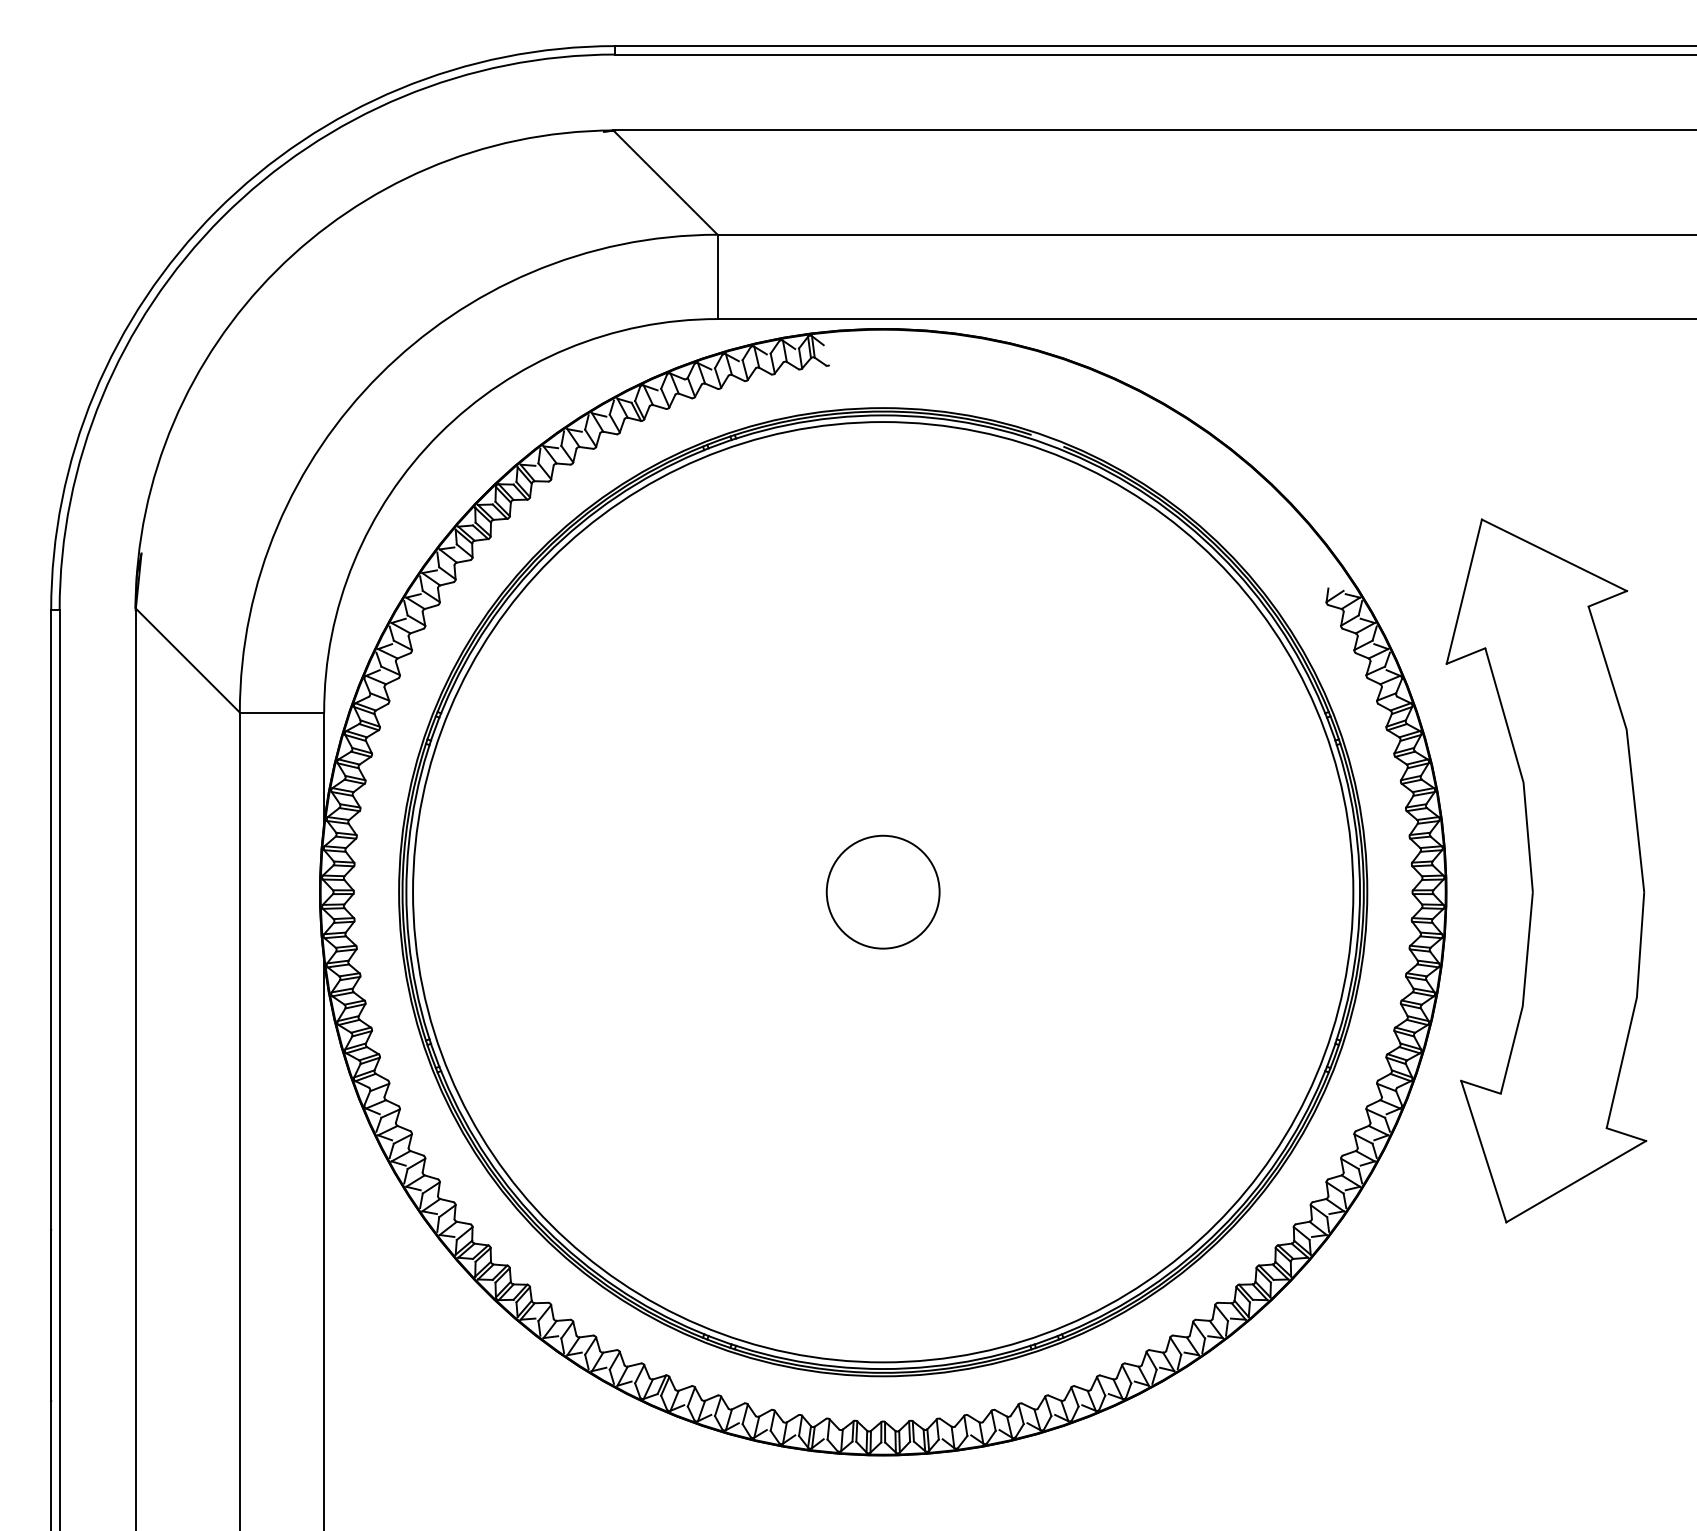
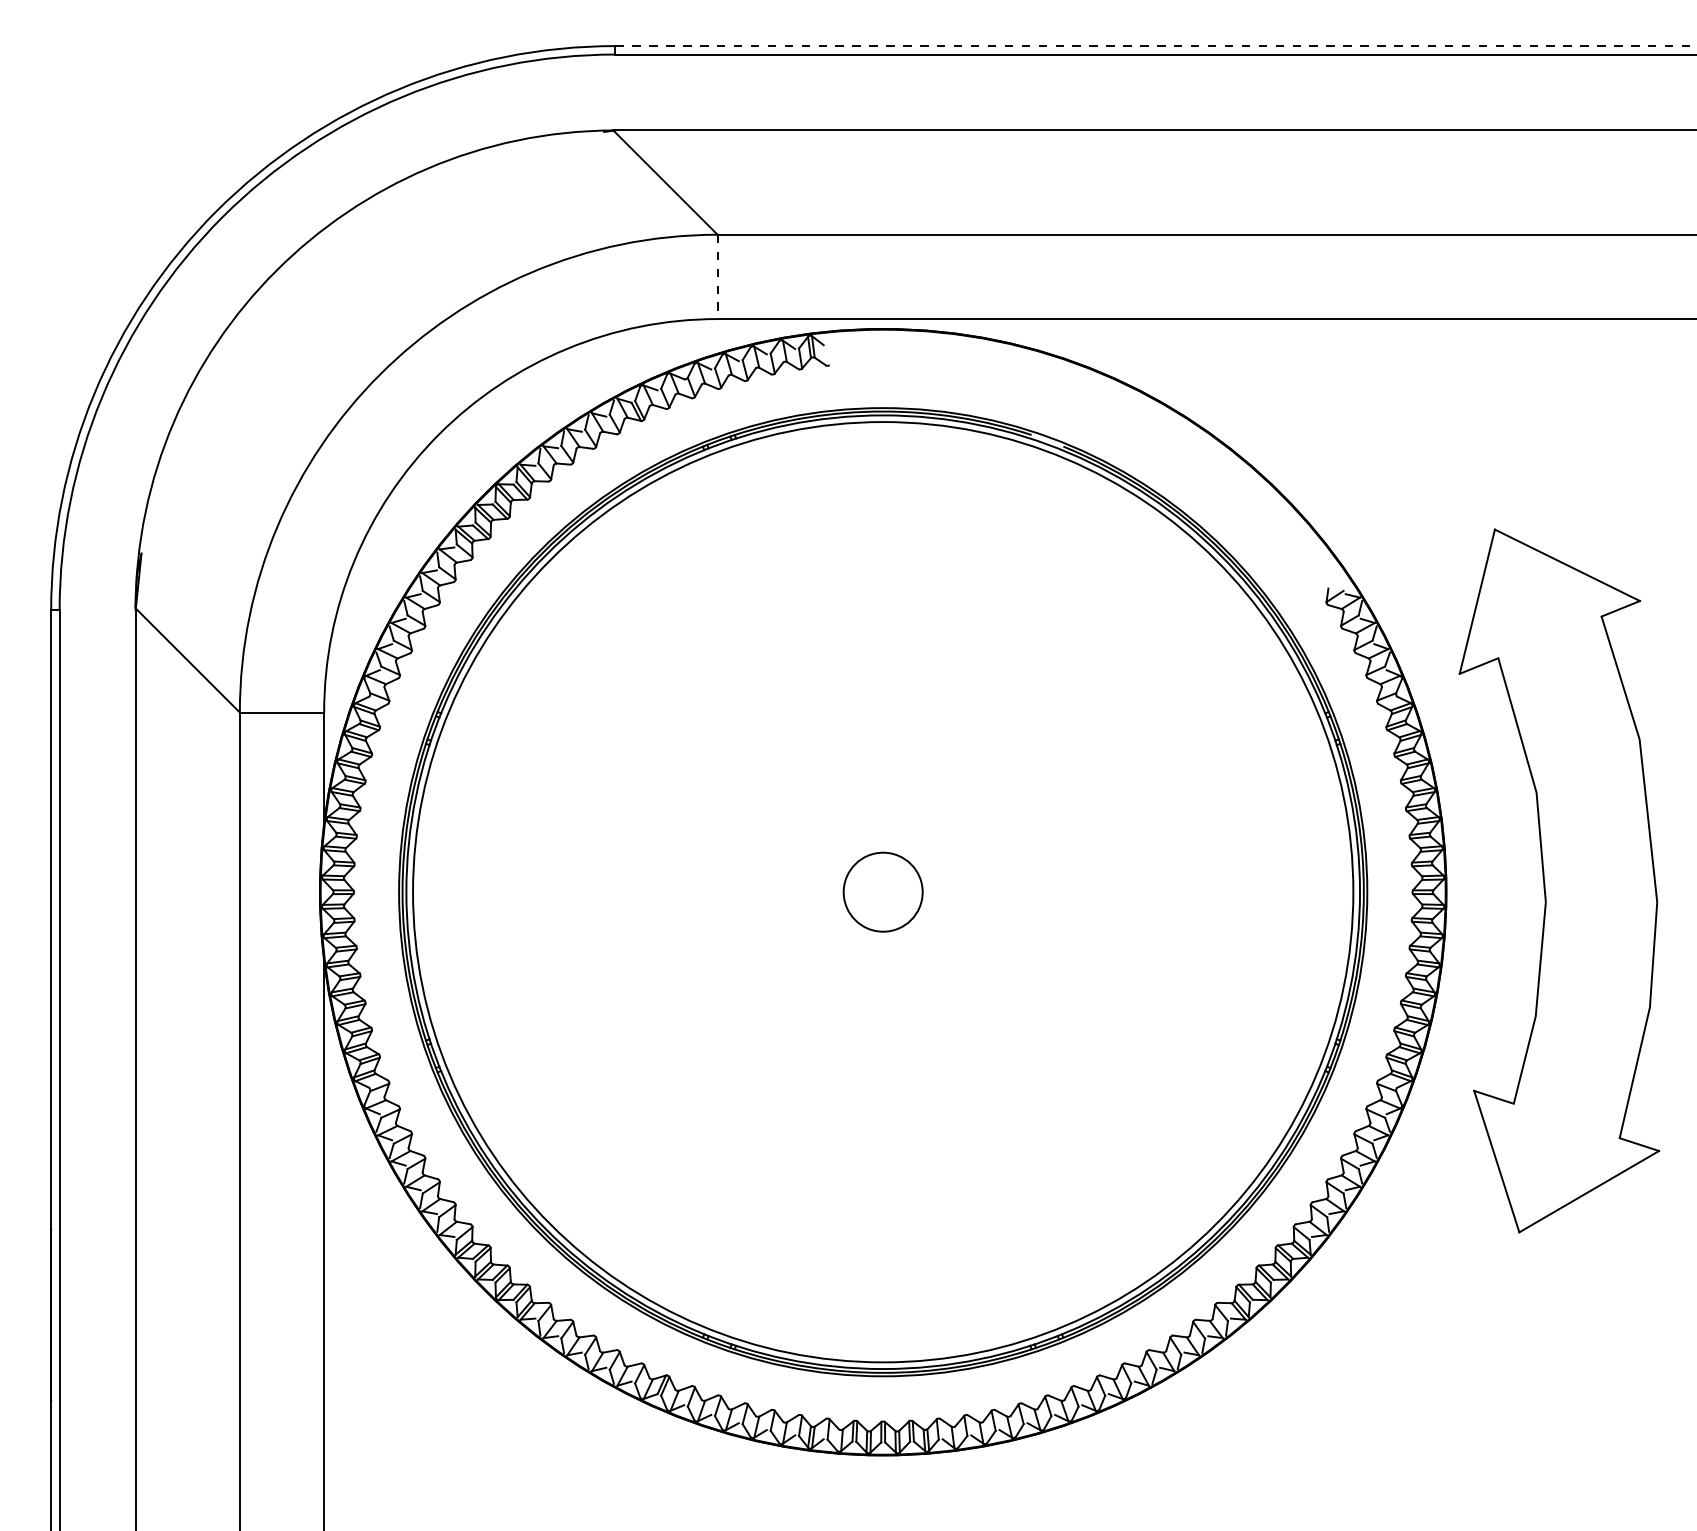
line at (1156, 46): solid -> dashed
line at (717, 277): solid -> dashed
part at (1546, 870) position: (1546, 870) -> (1559, 880)
circle at (882, 891) diameter: 113 px -> 79 px
